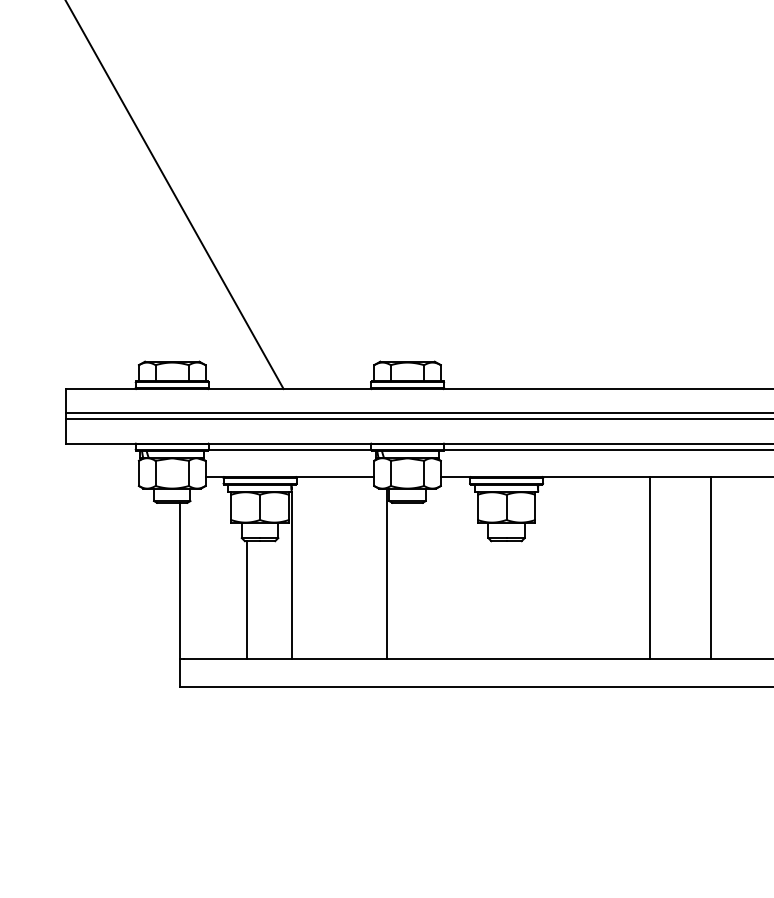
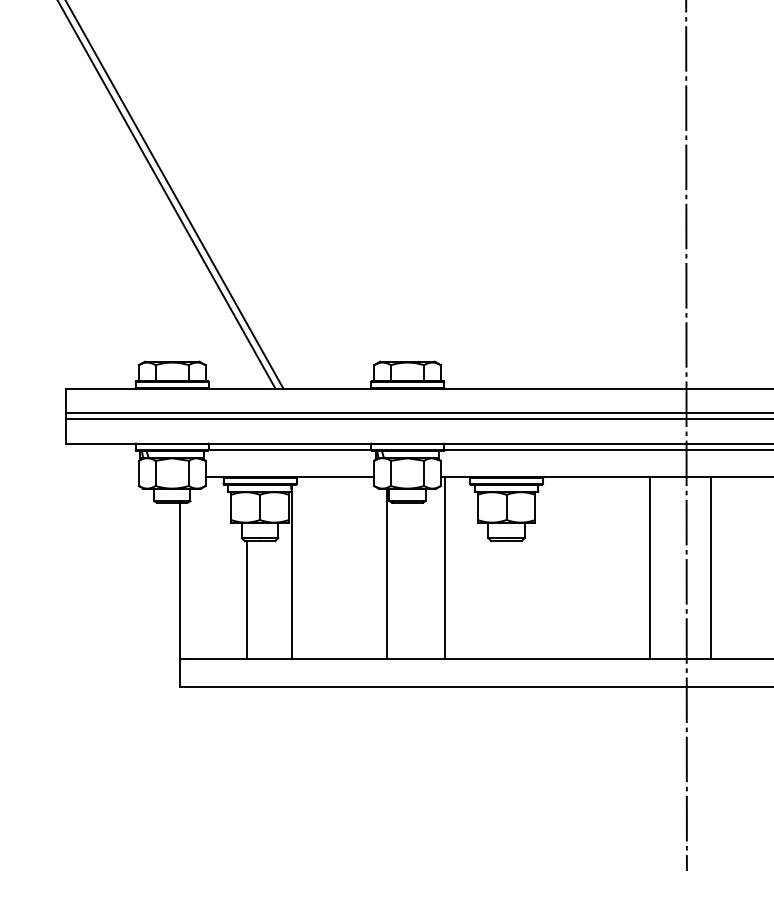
line at (166, 195): none -> present
line at (686, 436): none -> present
line at (445, 568): none -> present
